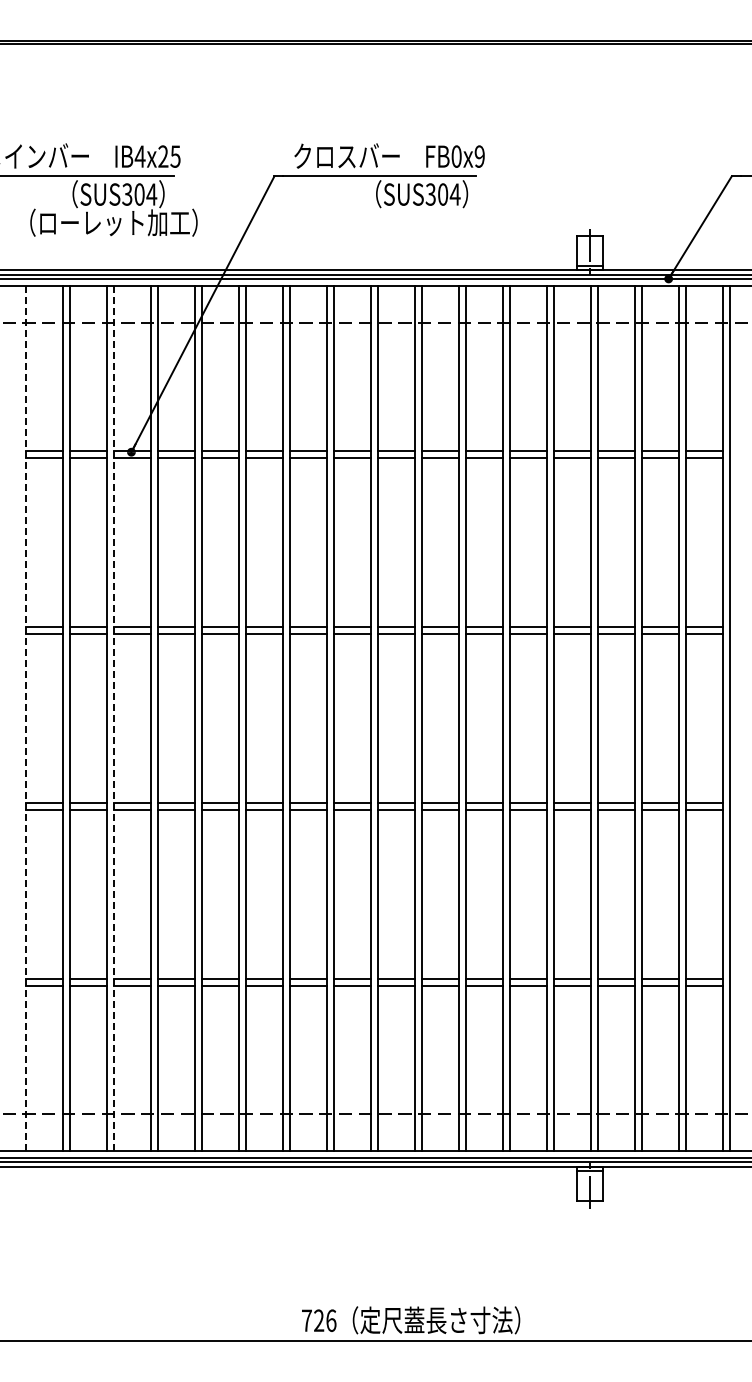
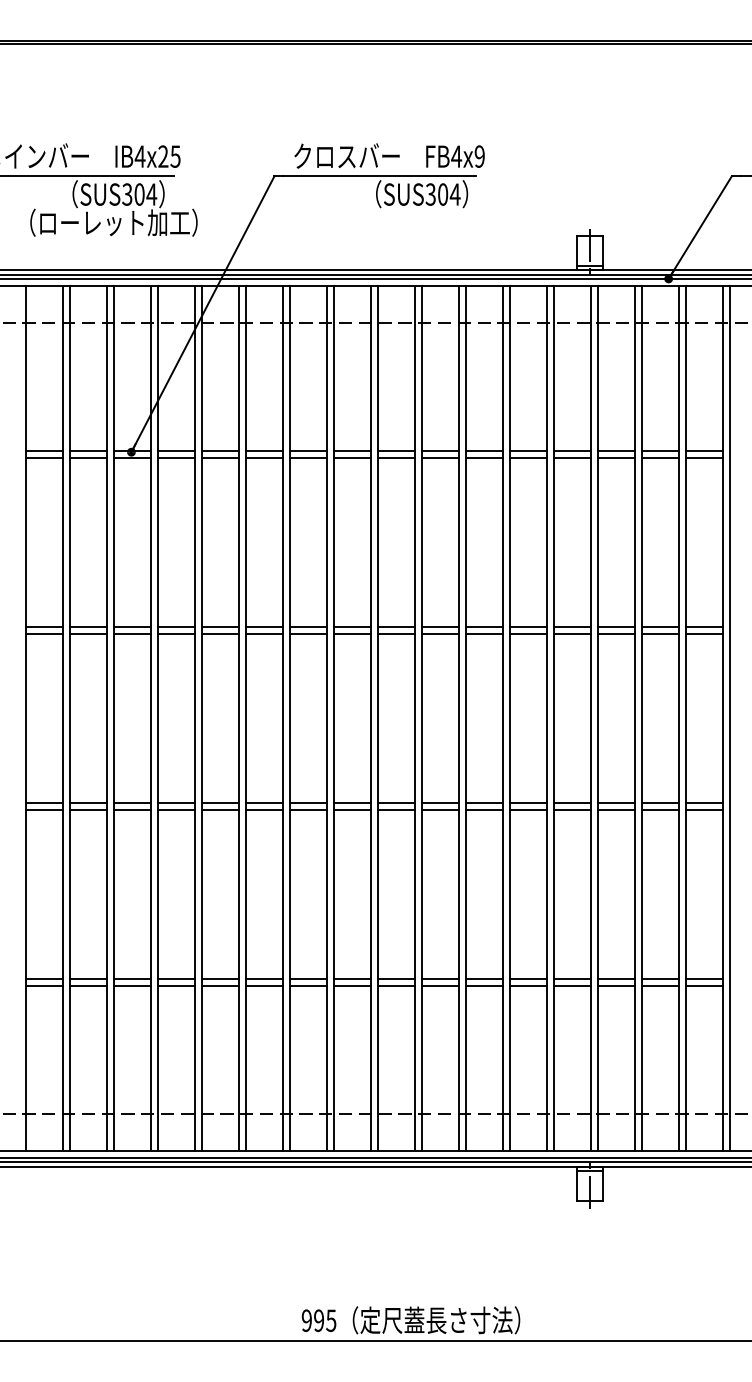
text at (456, 156): FB0x9 -> FB4x9
line at (25, 718): dashed -> solid
line at (113, 718): dashed -> solid
text at (318, 1320): 726 -> 995
